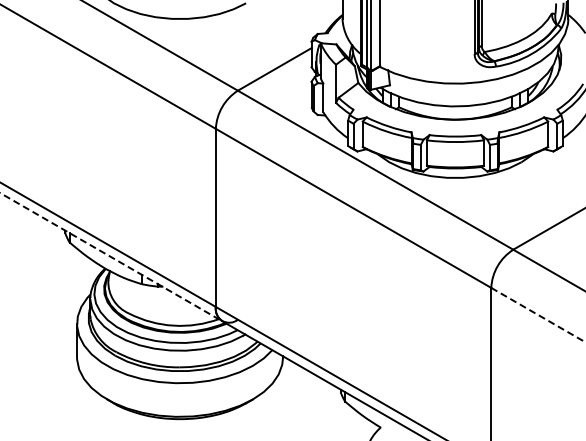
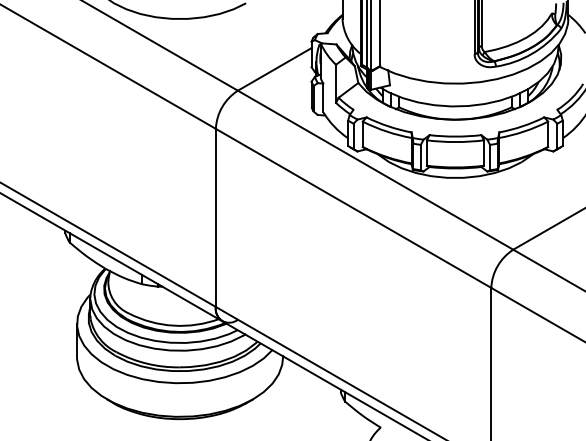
line at (111, 257): dashed -> solid
line at (538, 315): dashed -> solid
